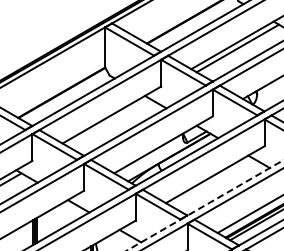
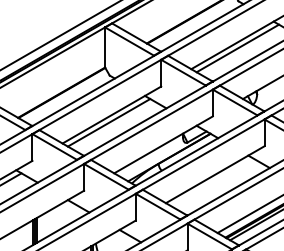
line at (60, 35): none -> present
line at (108, 122): none -> present
line at (204, 205): dashed -> solid
